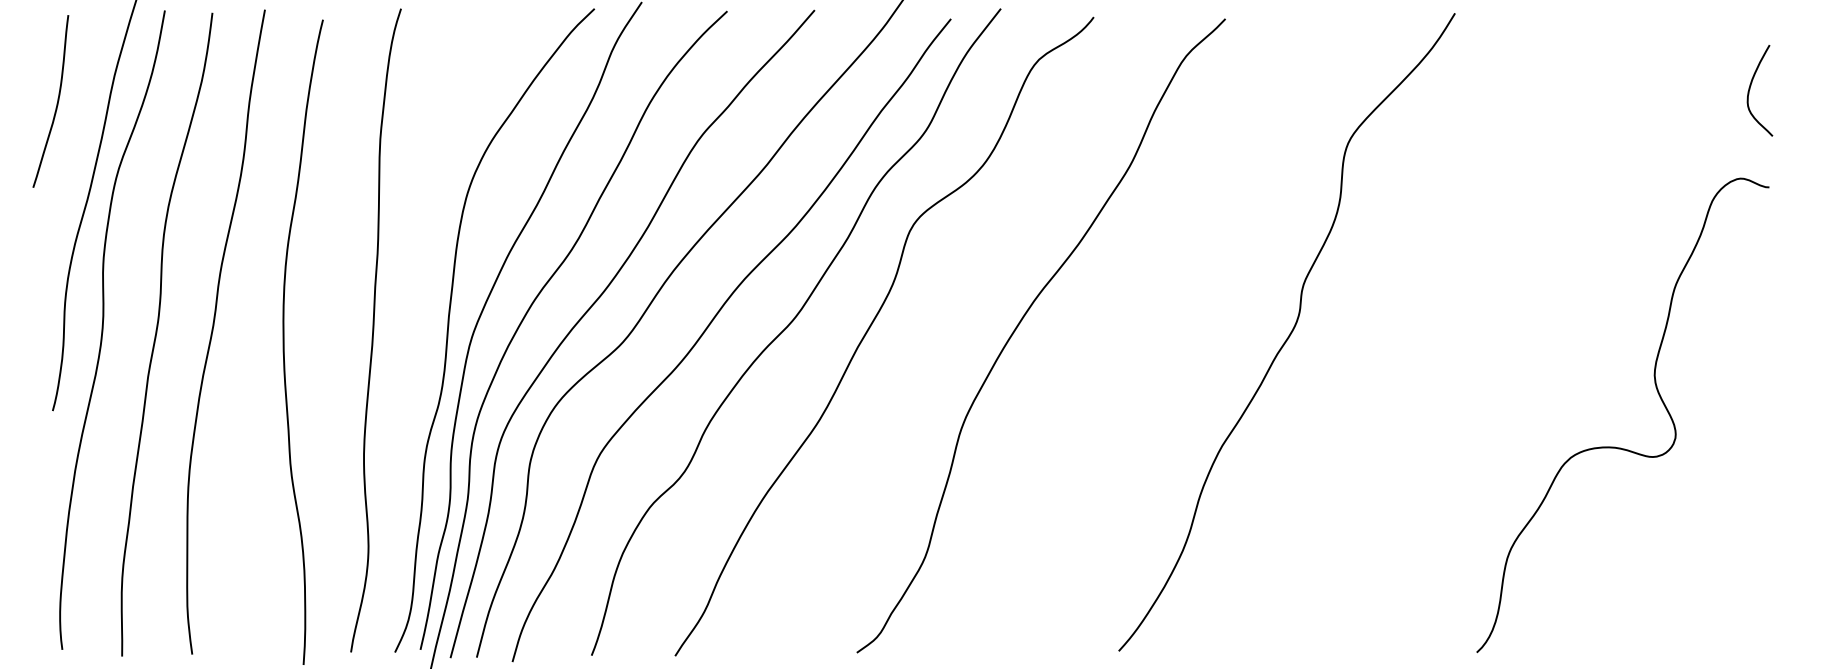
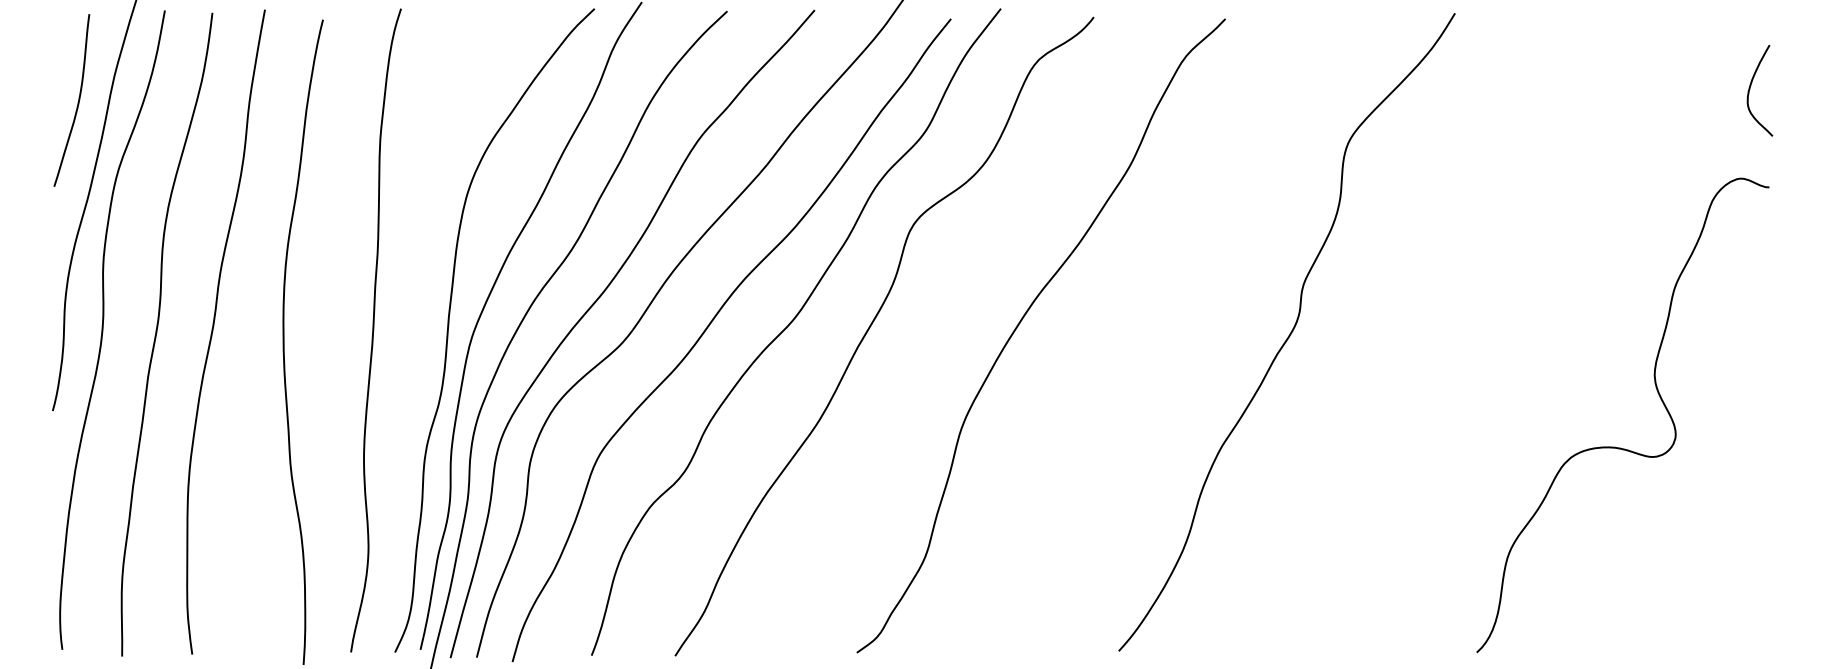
curve at (56, 103) position: (56, 103) -> (77, 102)
